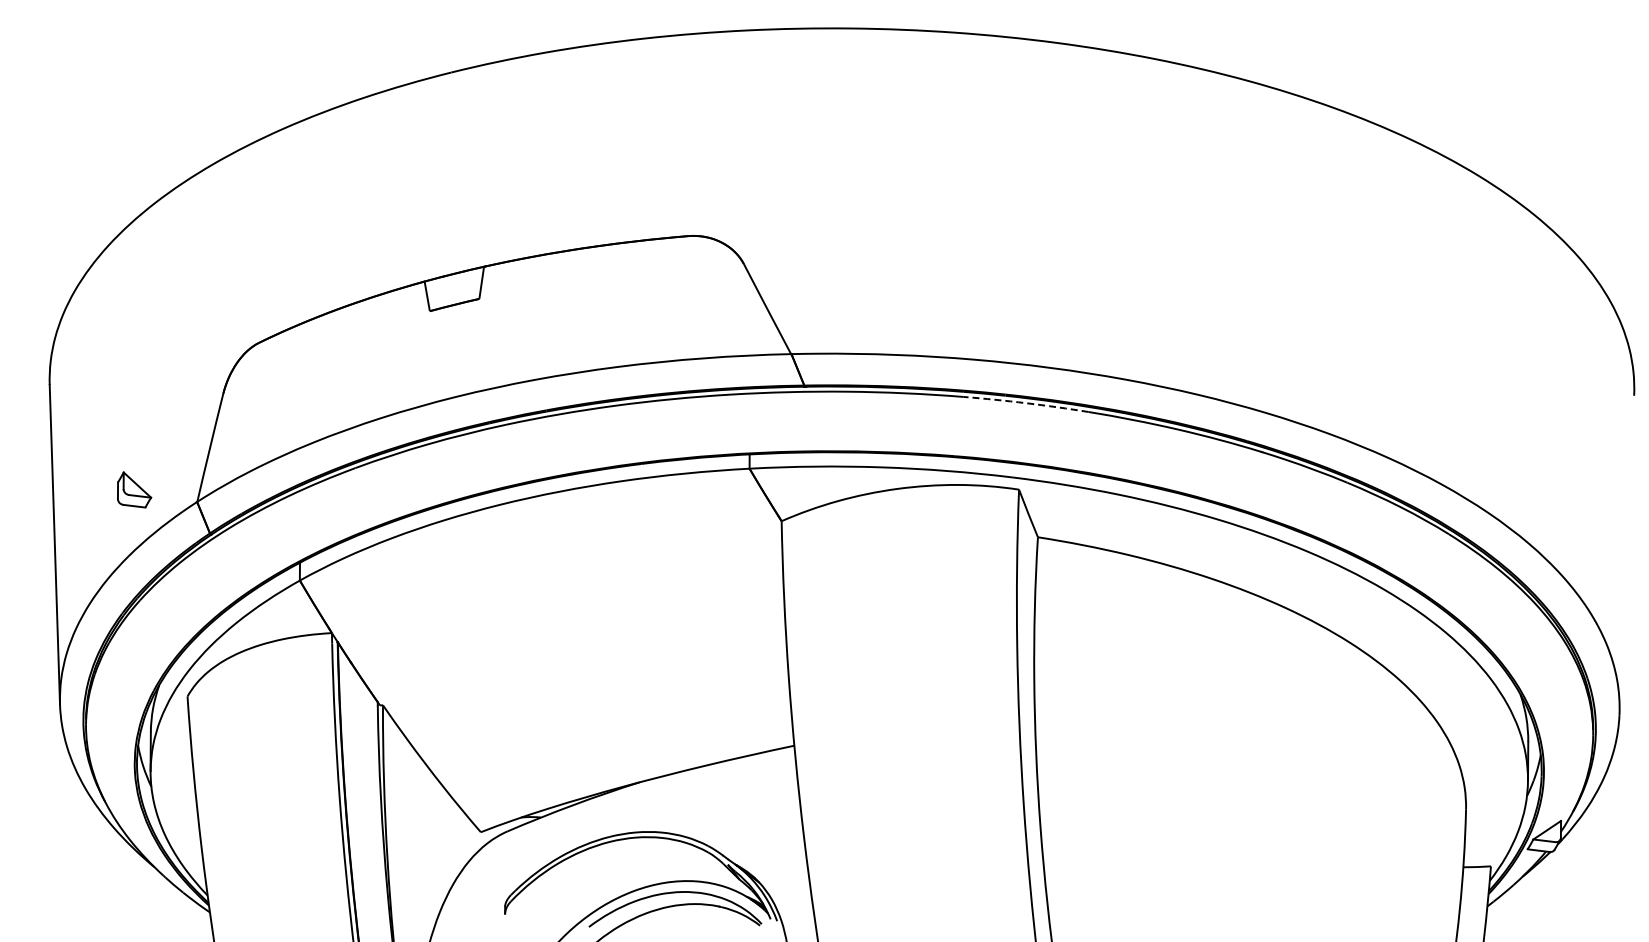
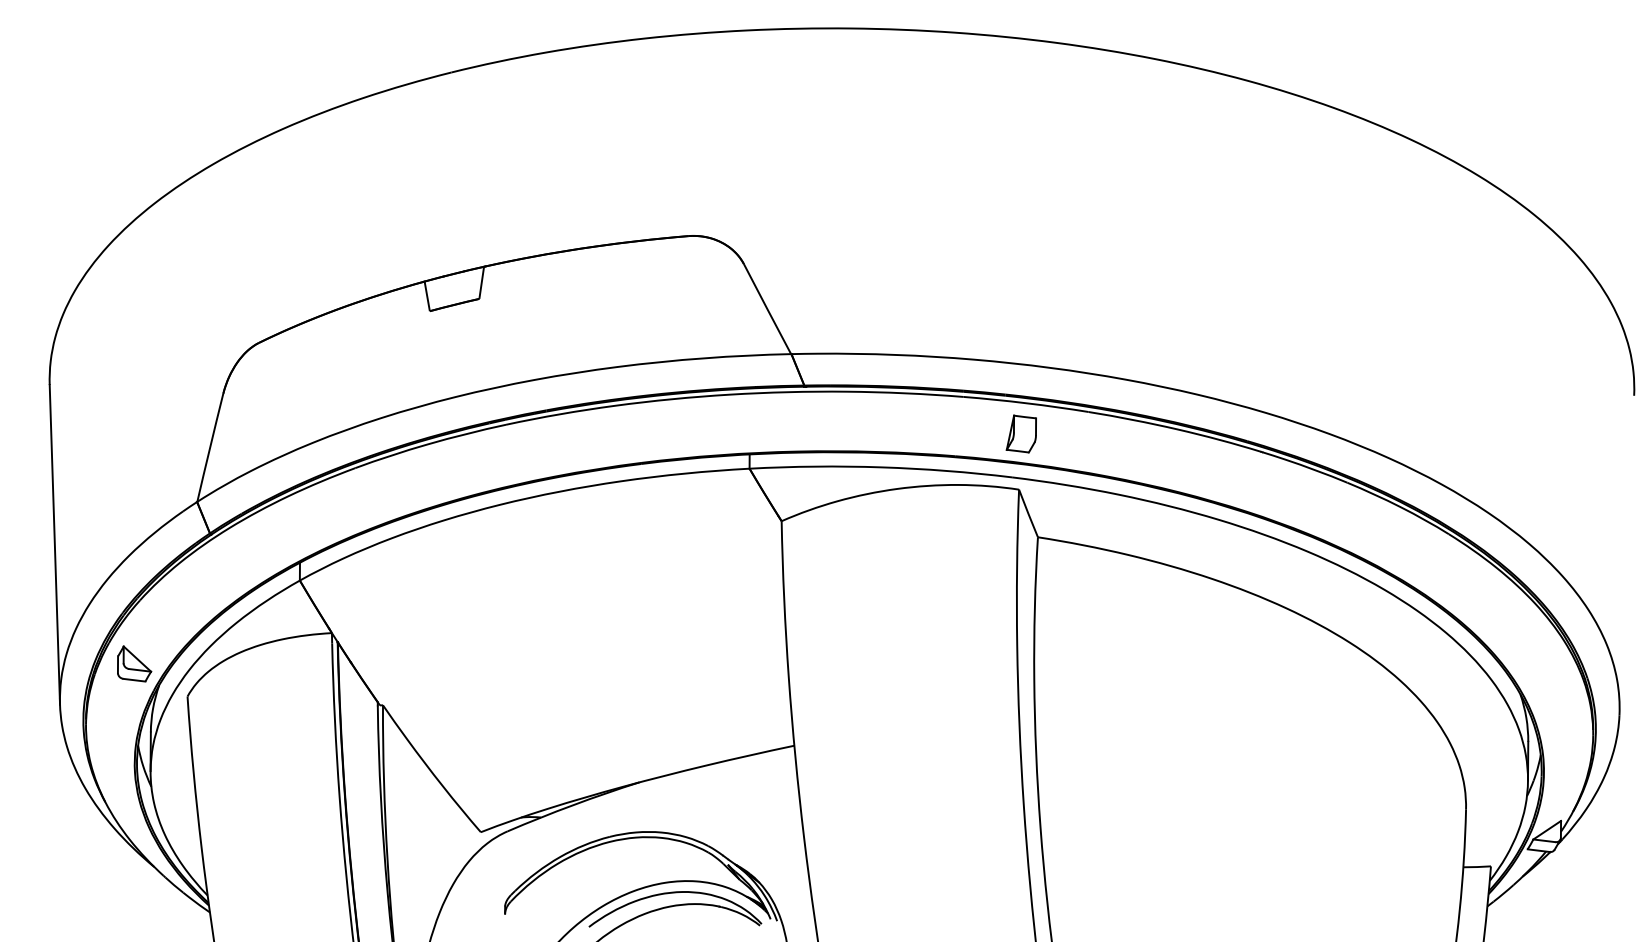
arc at (1026, 403): dashed -> solid
part at (1020, 433): none -> present
part at (134, 489) position: (134, 489) -> (134, 663)
